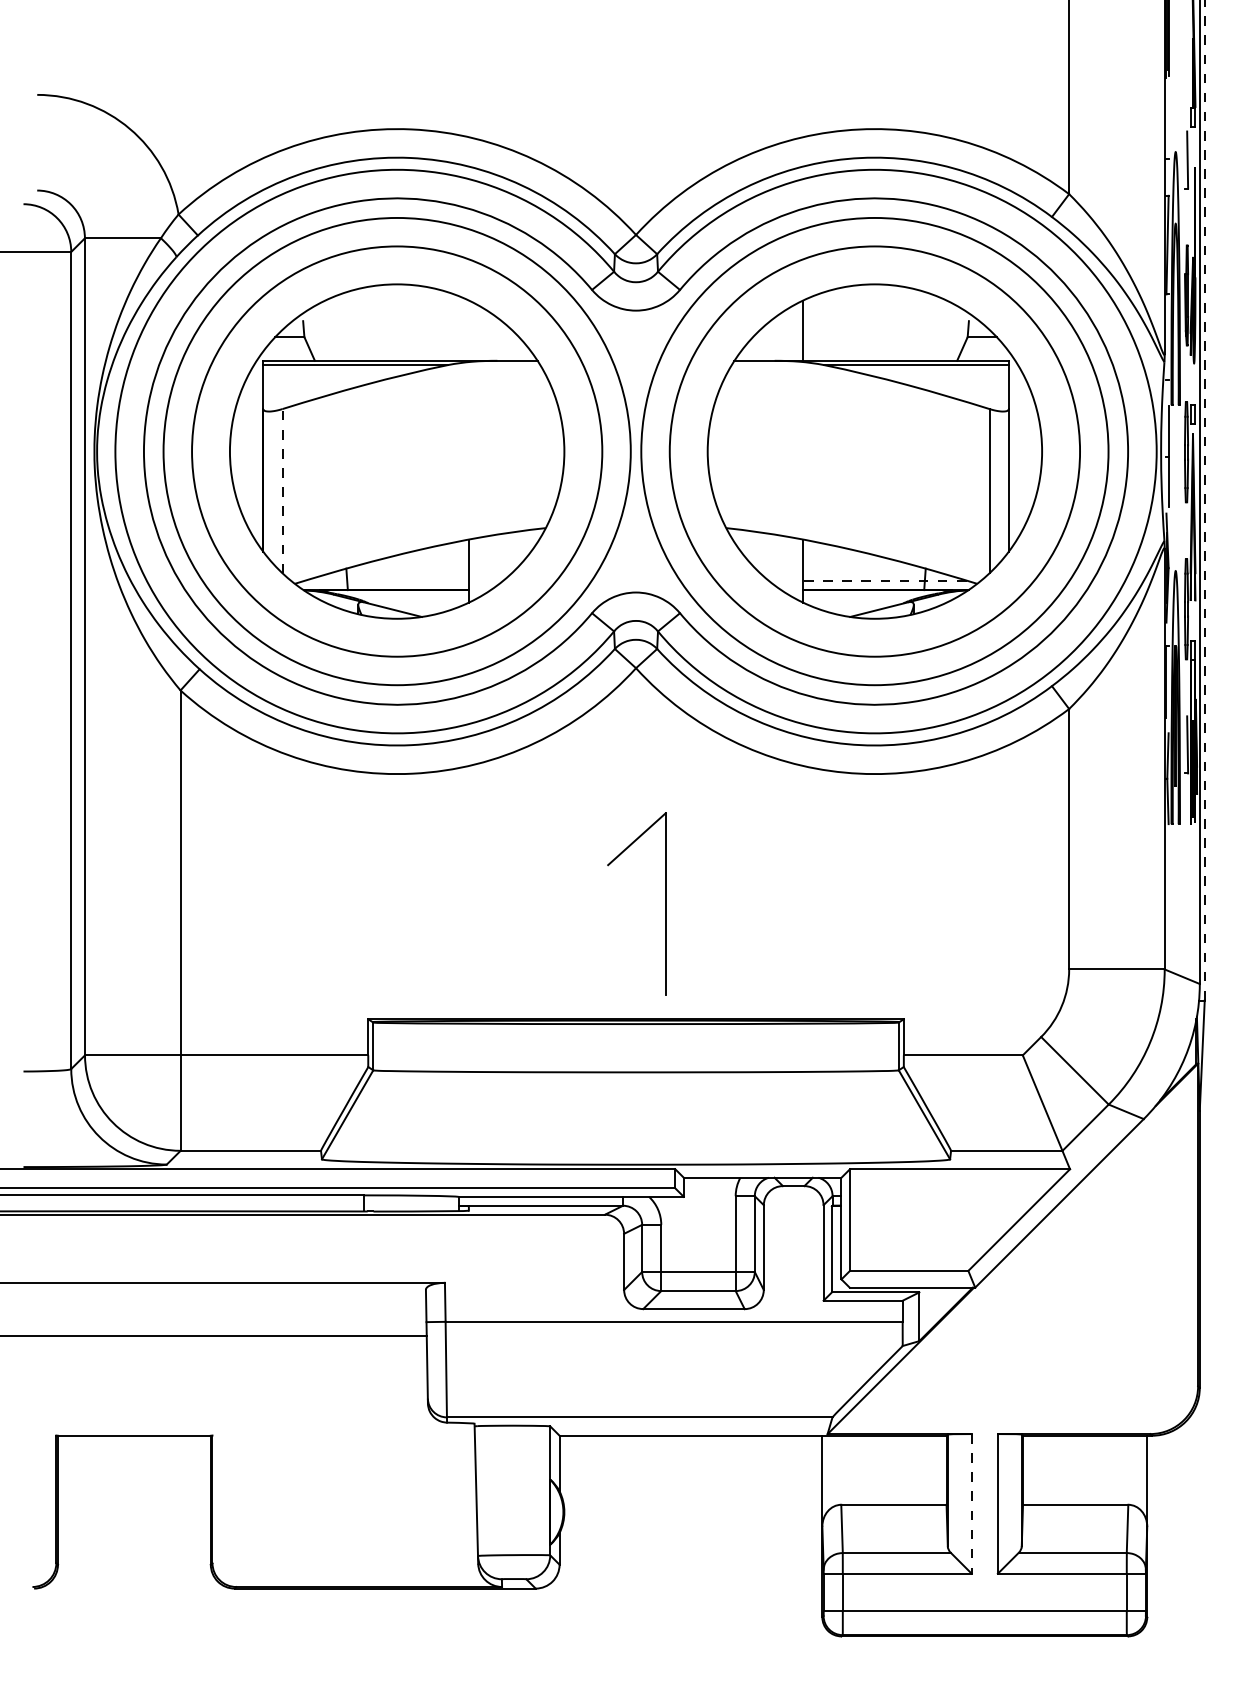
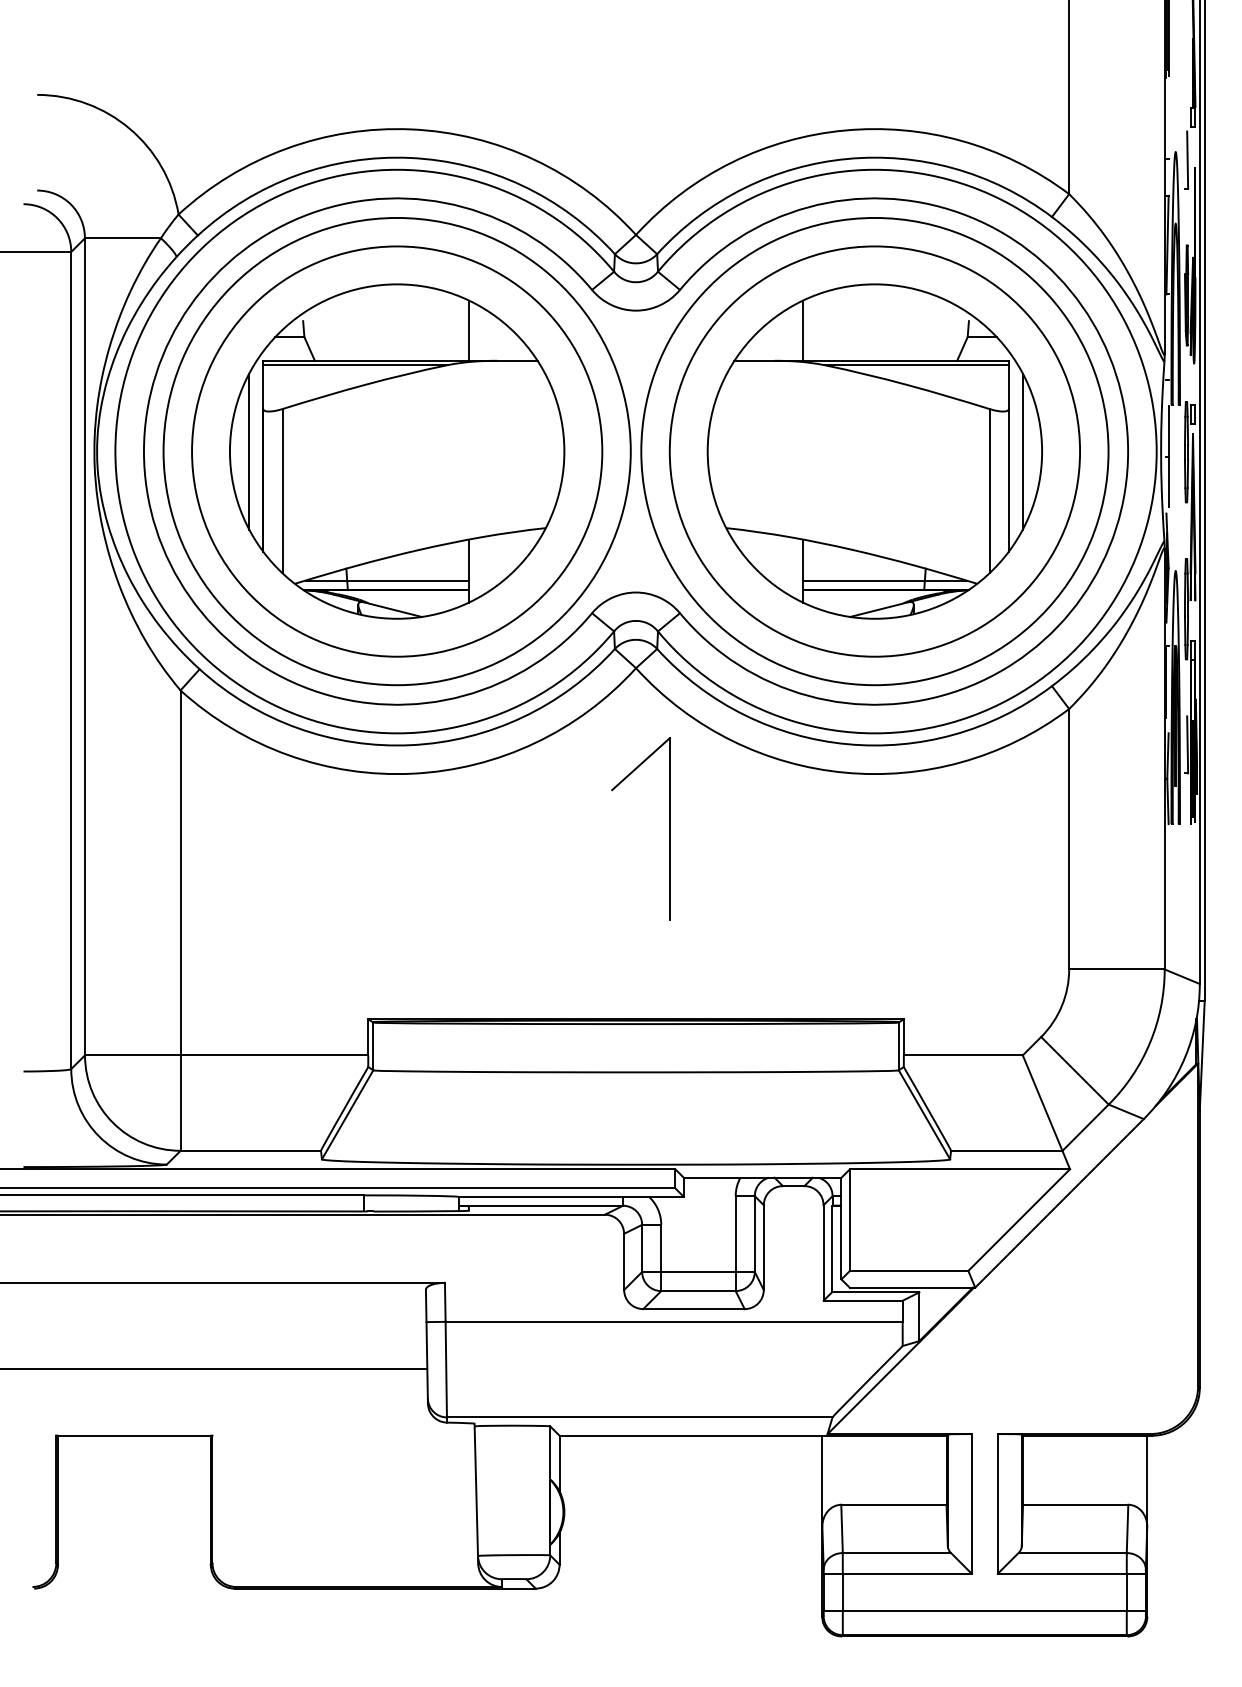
line at (468, 330): none -> present
line at (249, 451): none -> present
line at (1022, 451): none -> present
line at (282, 490): dashed -> solid
line at (1204, 500): dashed -> solid
line at (386, 580): none -> present
line at (884, 580): dashed -> solid
part at (665, 903) position: (665, 903) -> (669, 828)
line at (214, 1335) position: (214, 1335) -> (214, 1368)
line at (971, 1503): dashed -> solid
